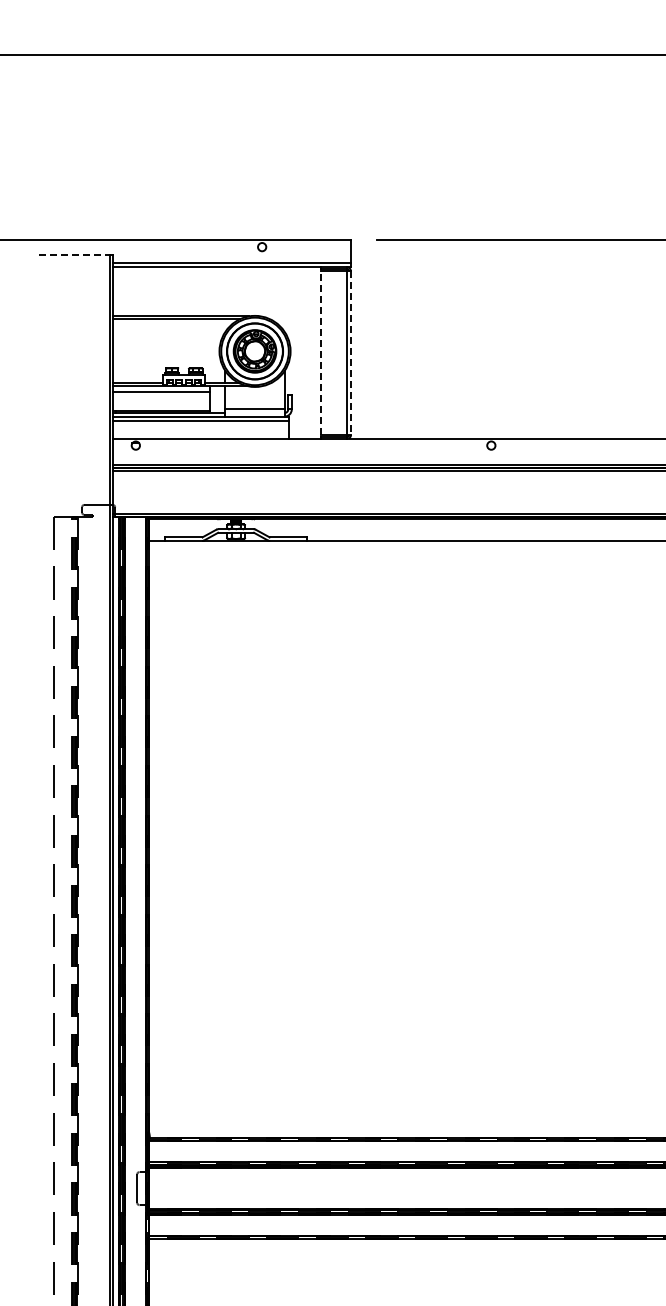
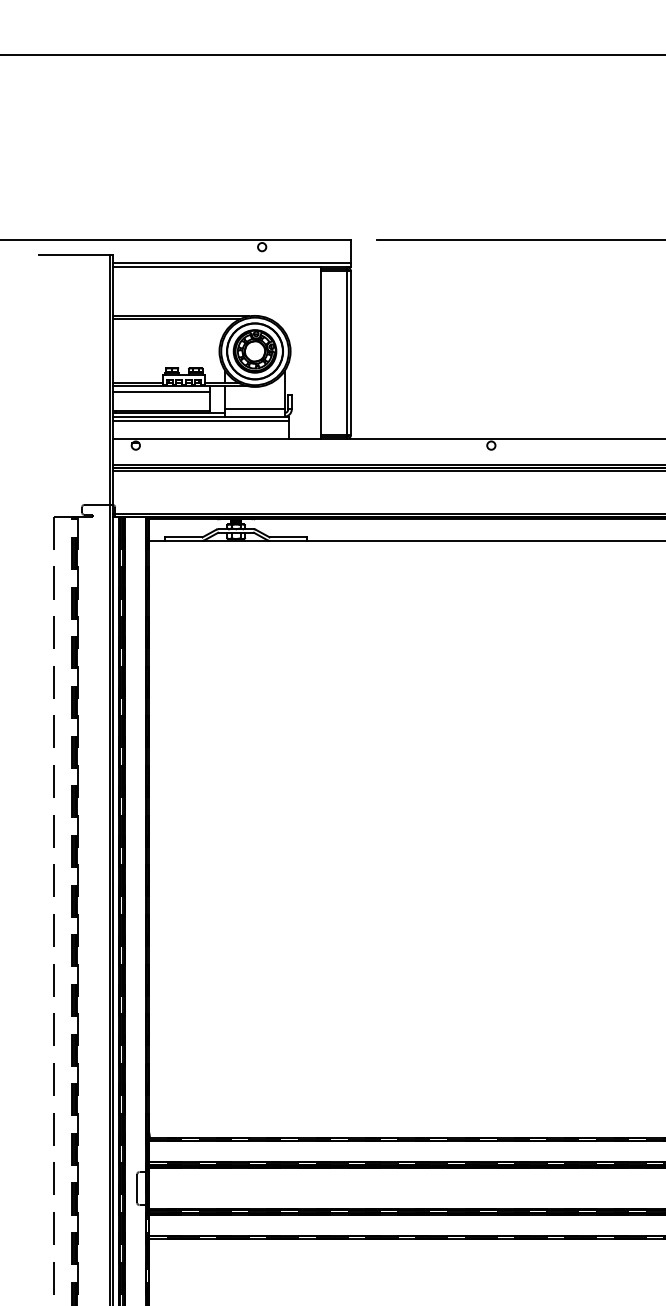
line at (74, 255): dashed -> solid
line at (321, 353): dashed -> solid
line at (351, 353): dashed -> solid
